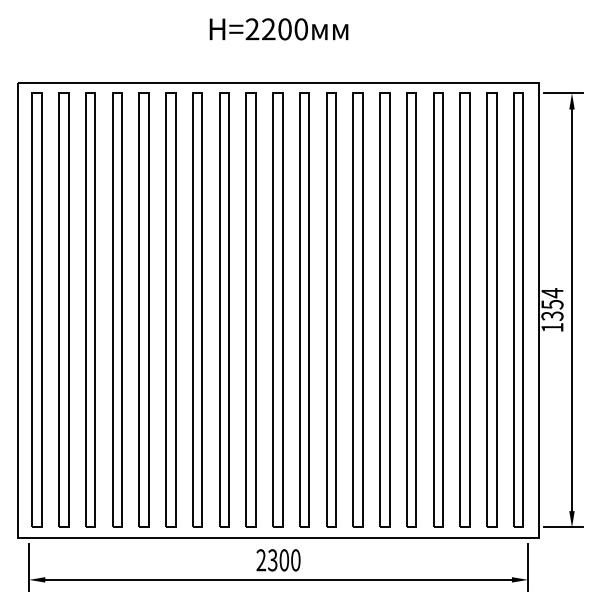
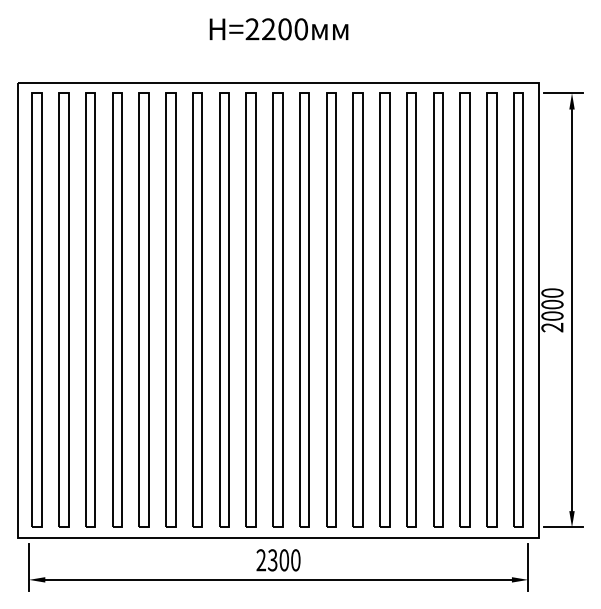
text at (552, 310): 1354 -> 2000
